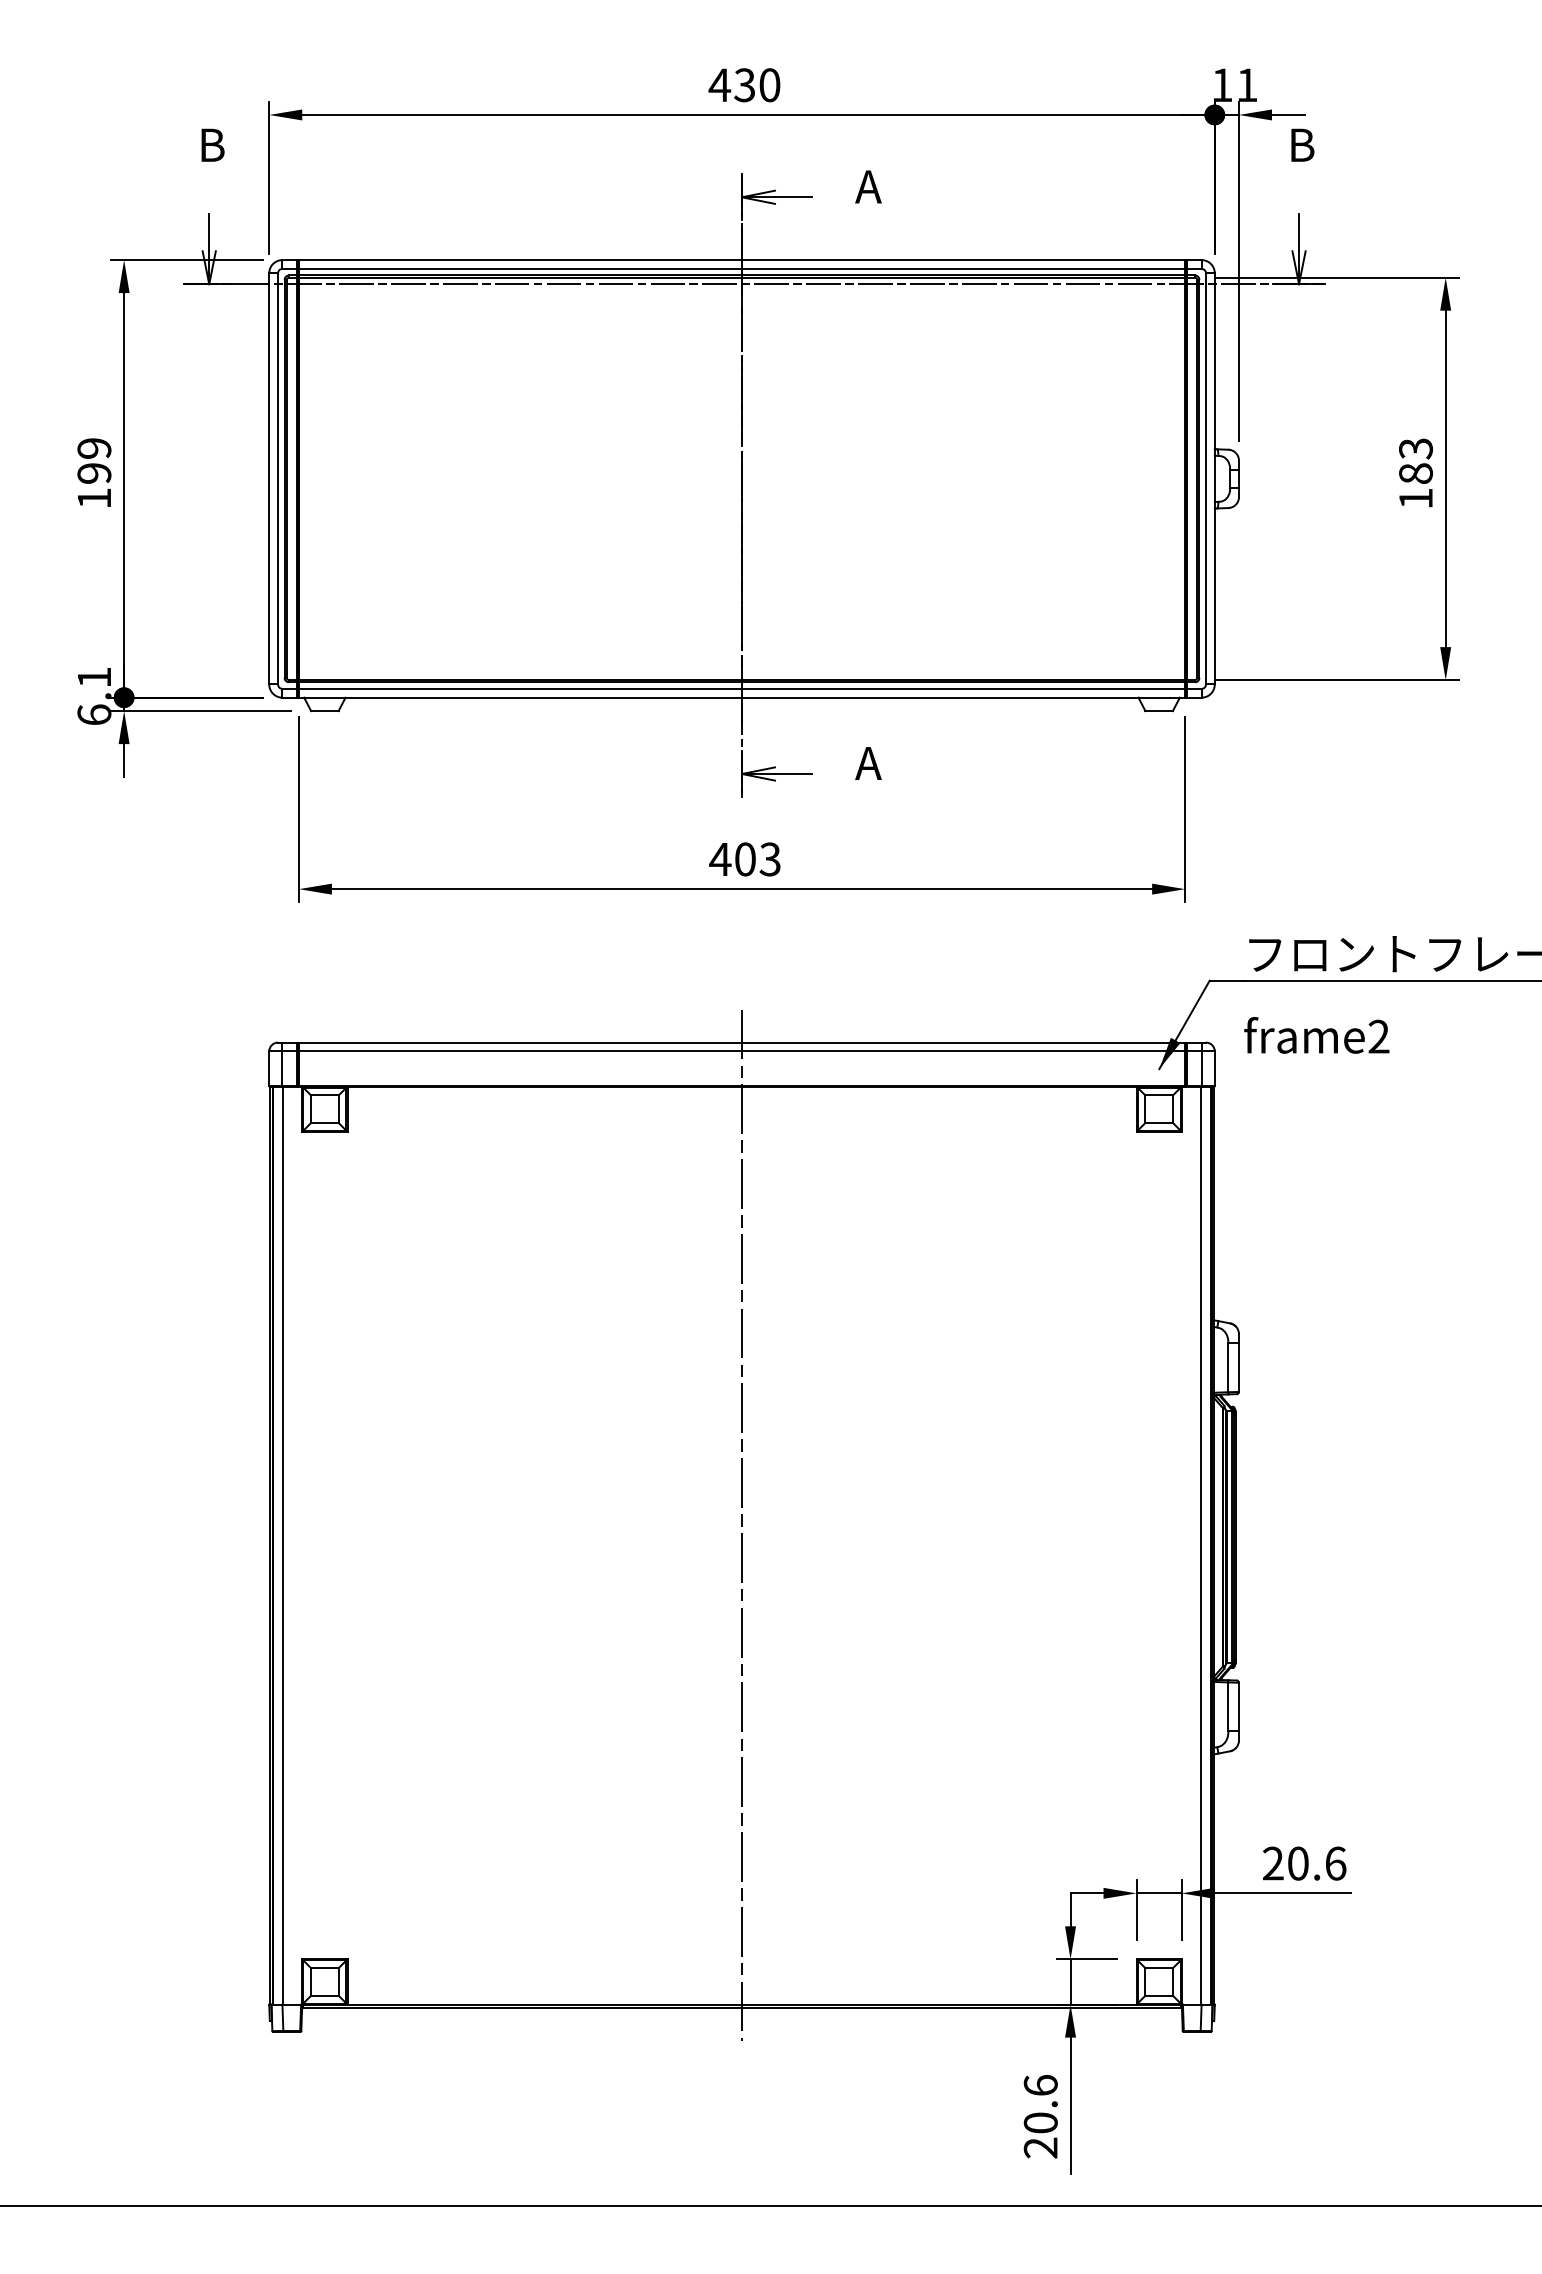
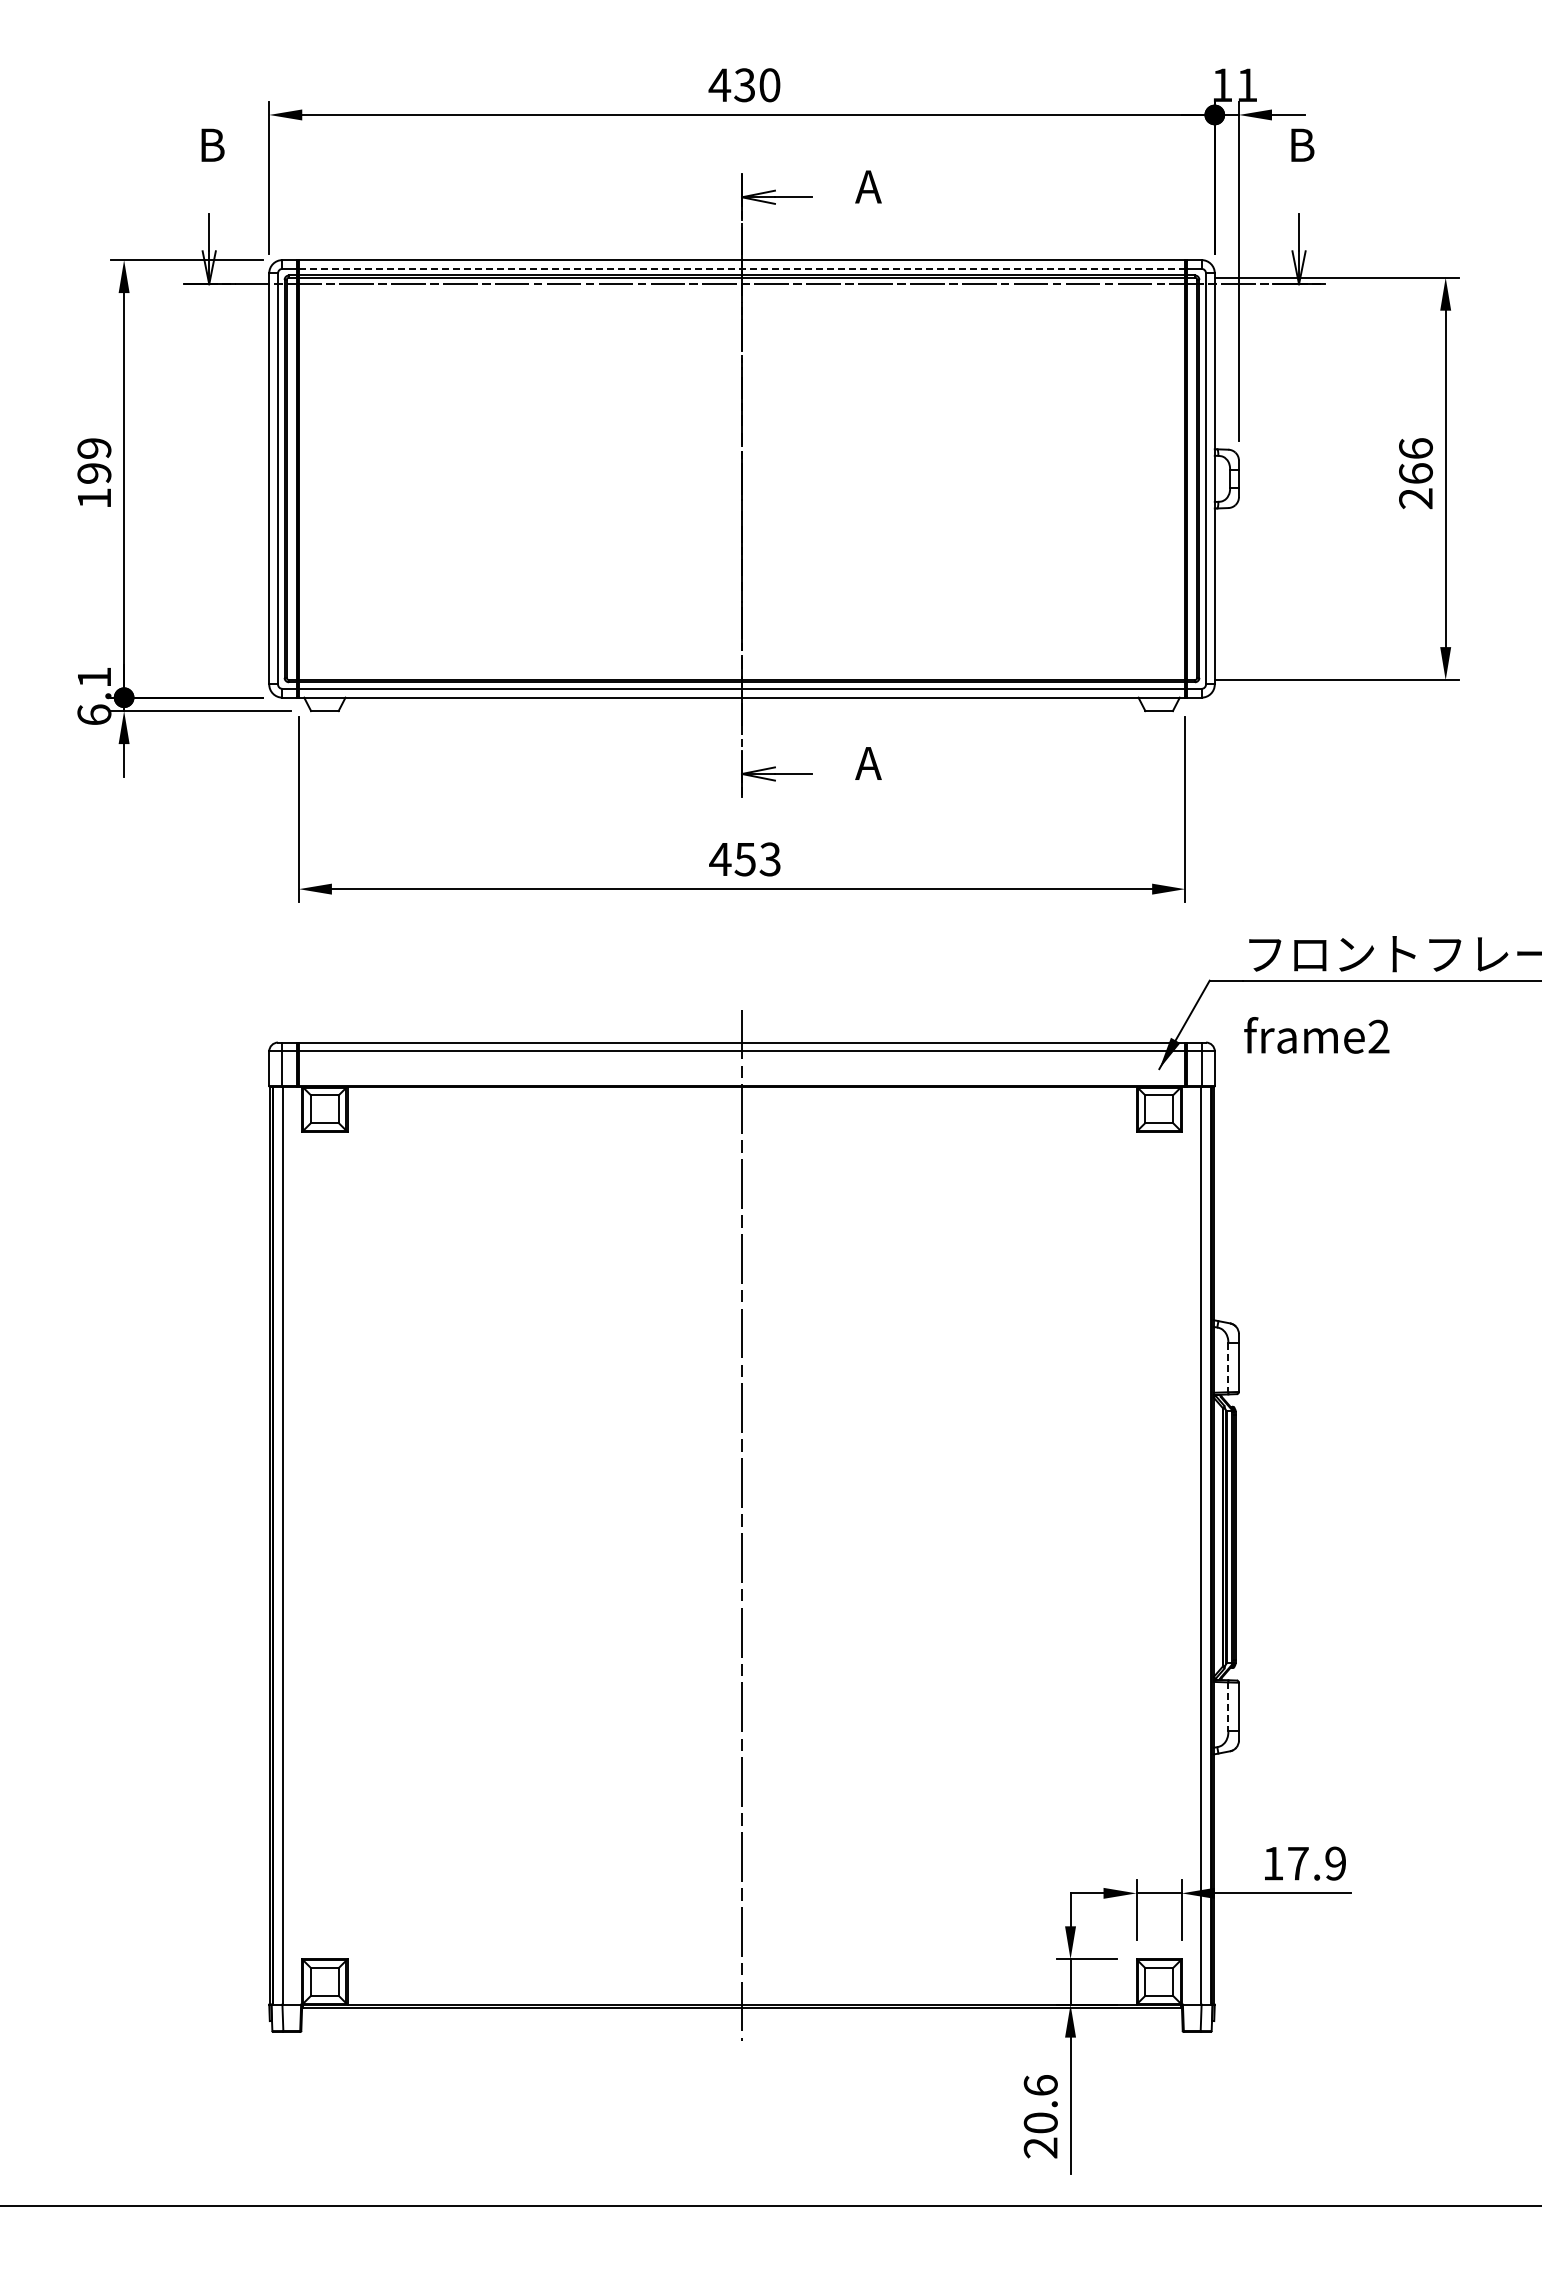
line at (742, 268): solid -> dashed
text at (1415, 473): 183 -> 266
text at (744, 859): 403 -> 453
line at (1228, 1368): solid -> dashed
line at (1228, 1707): solid -> dashed
text at (1304, 1863): 20.6 -> 17.9
